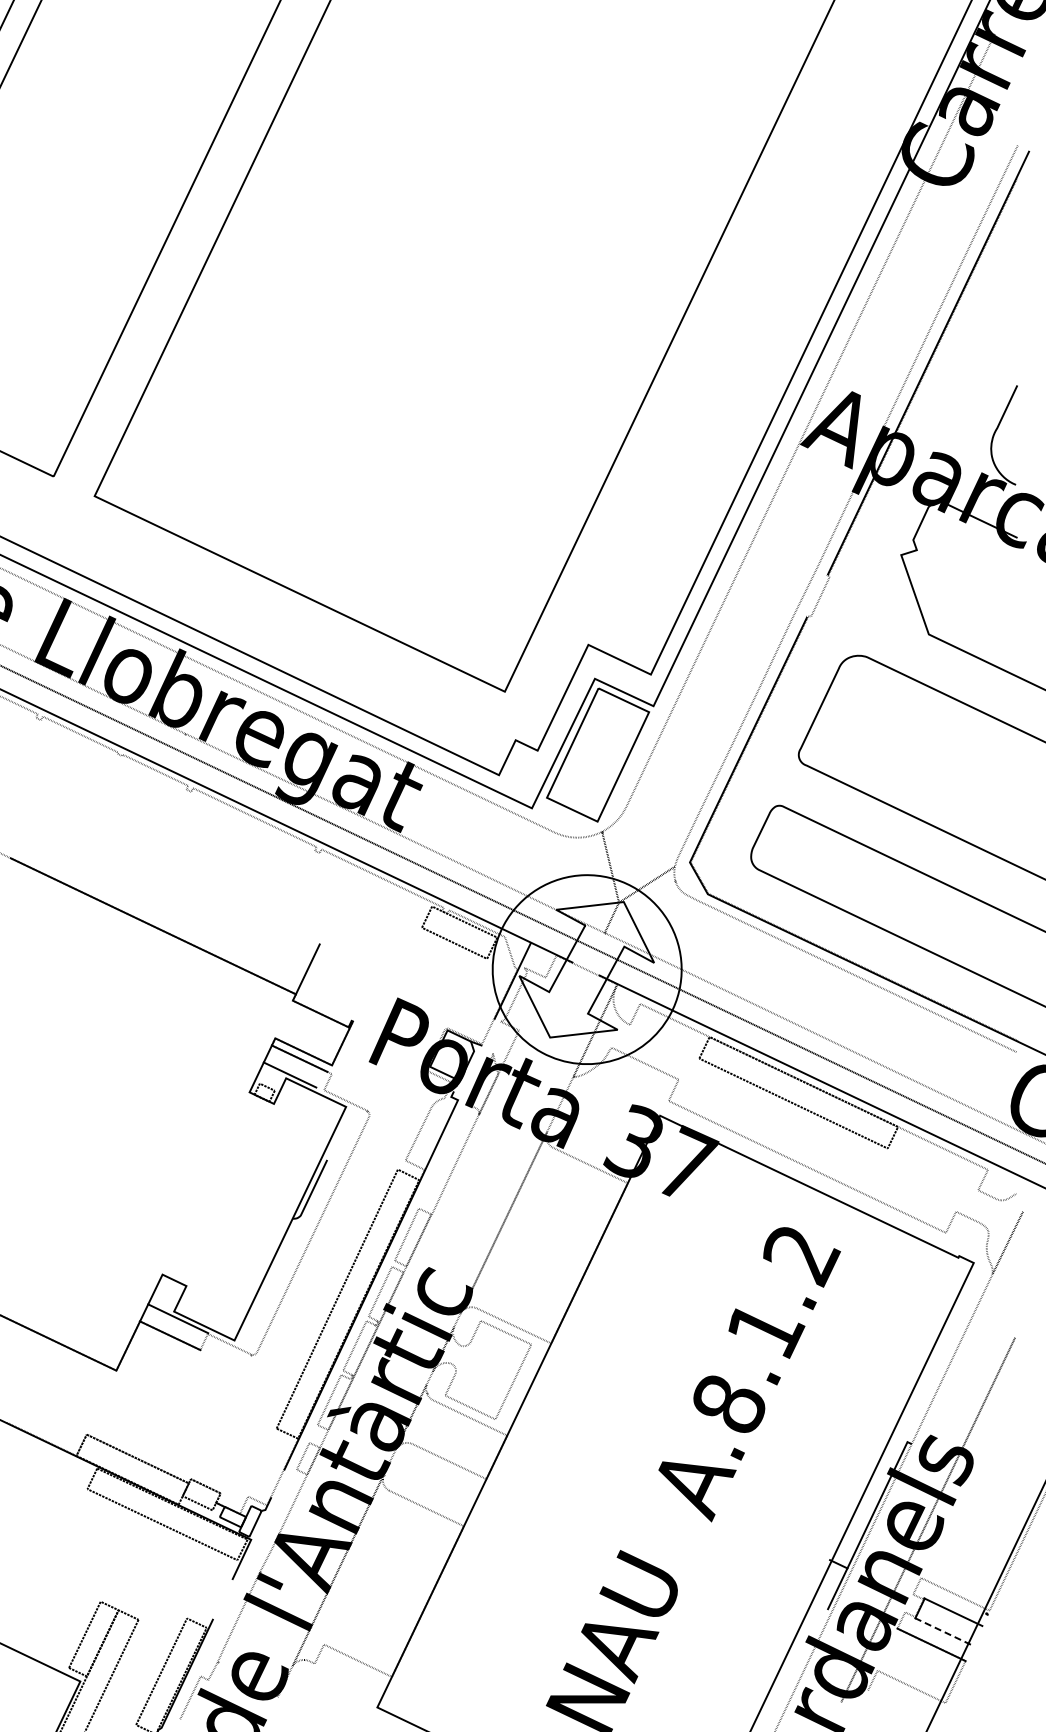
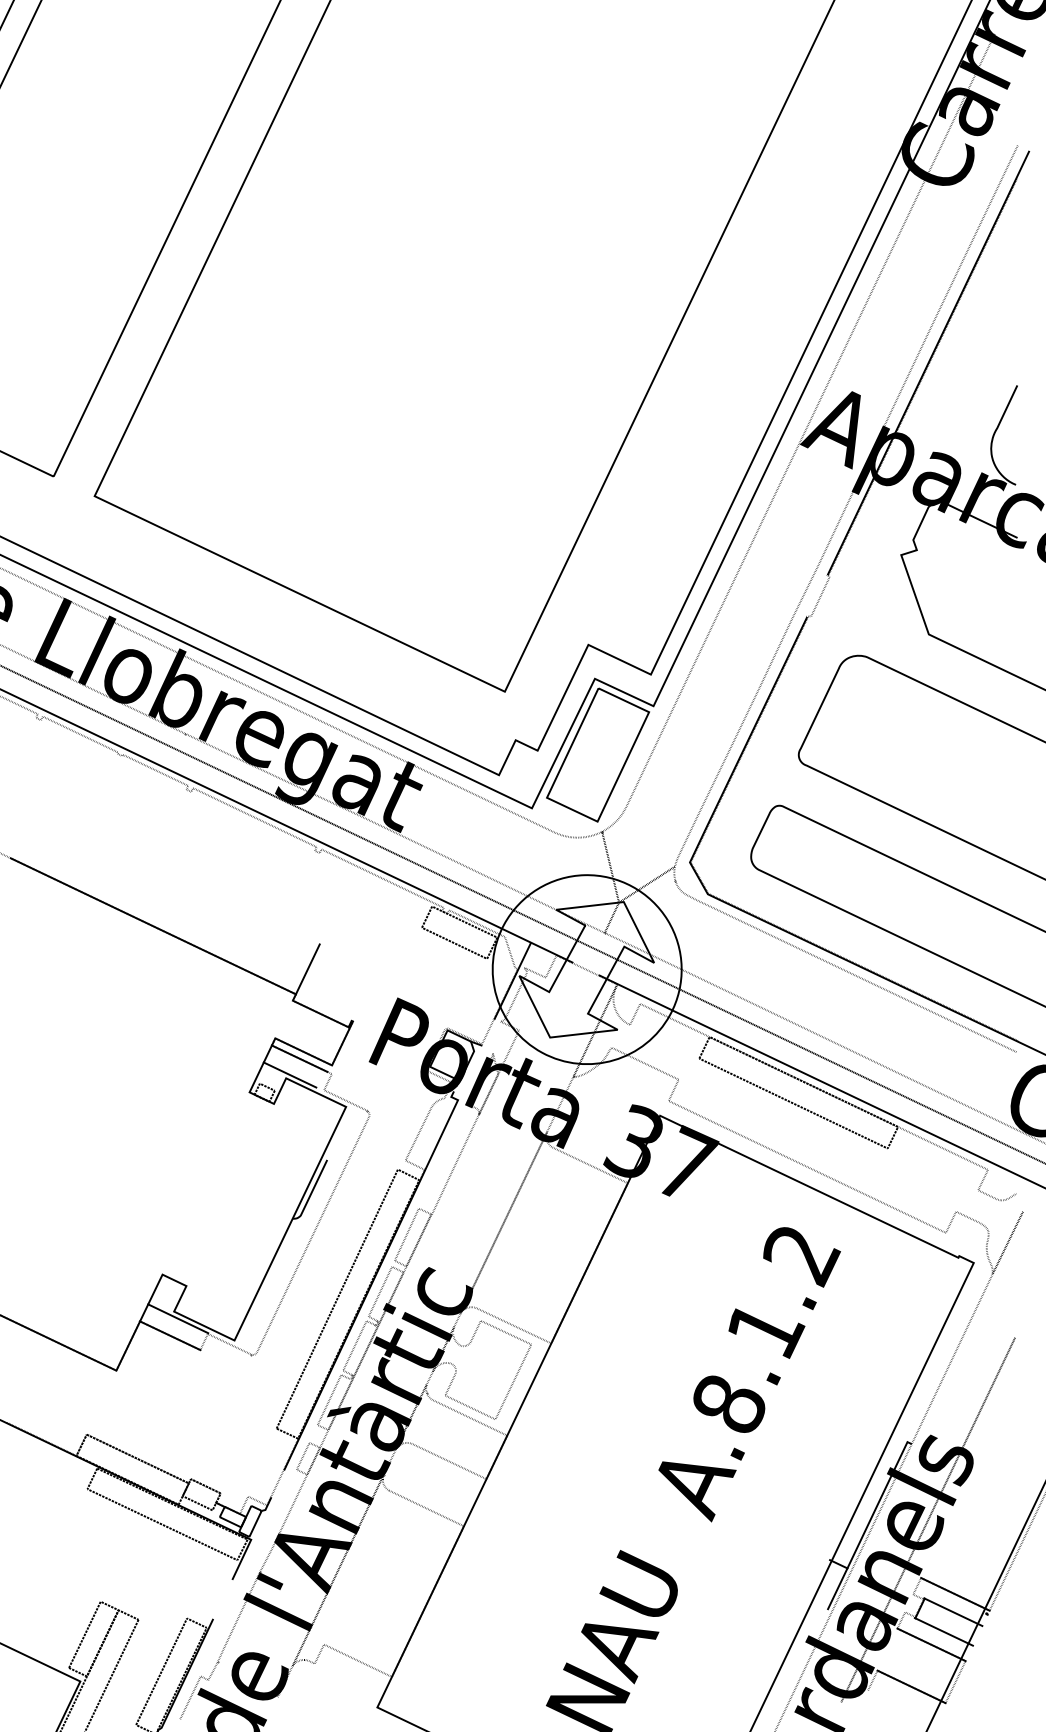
line at (955, 1594): none -> present
line at (944, 1632): dashed -> solid
line at (911, 1686): none -> present
